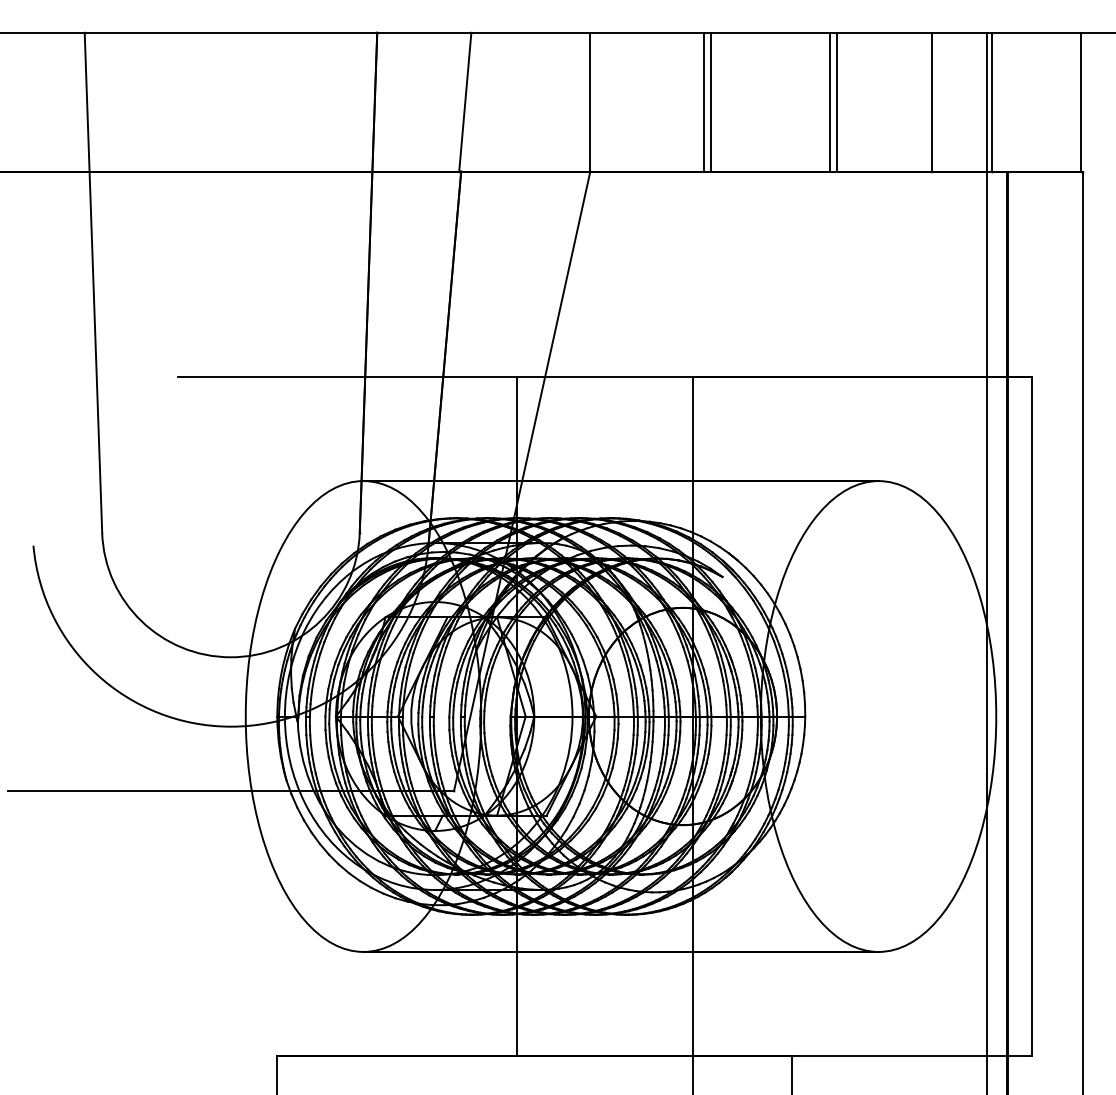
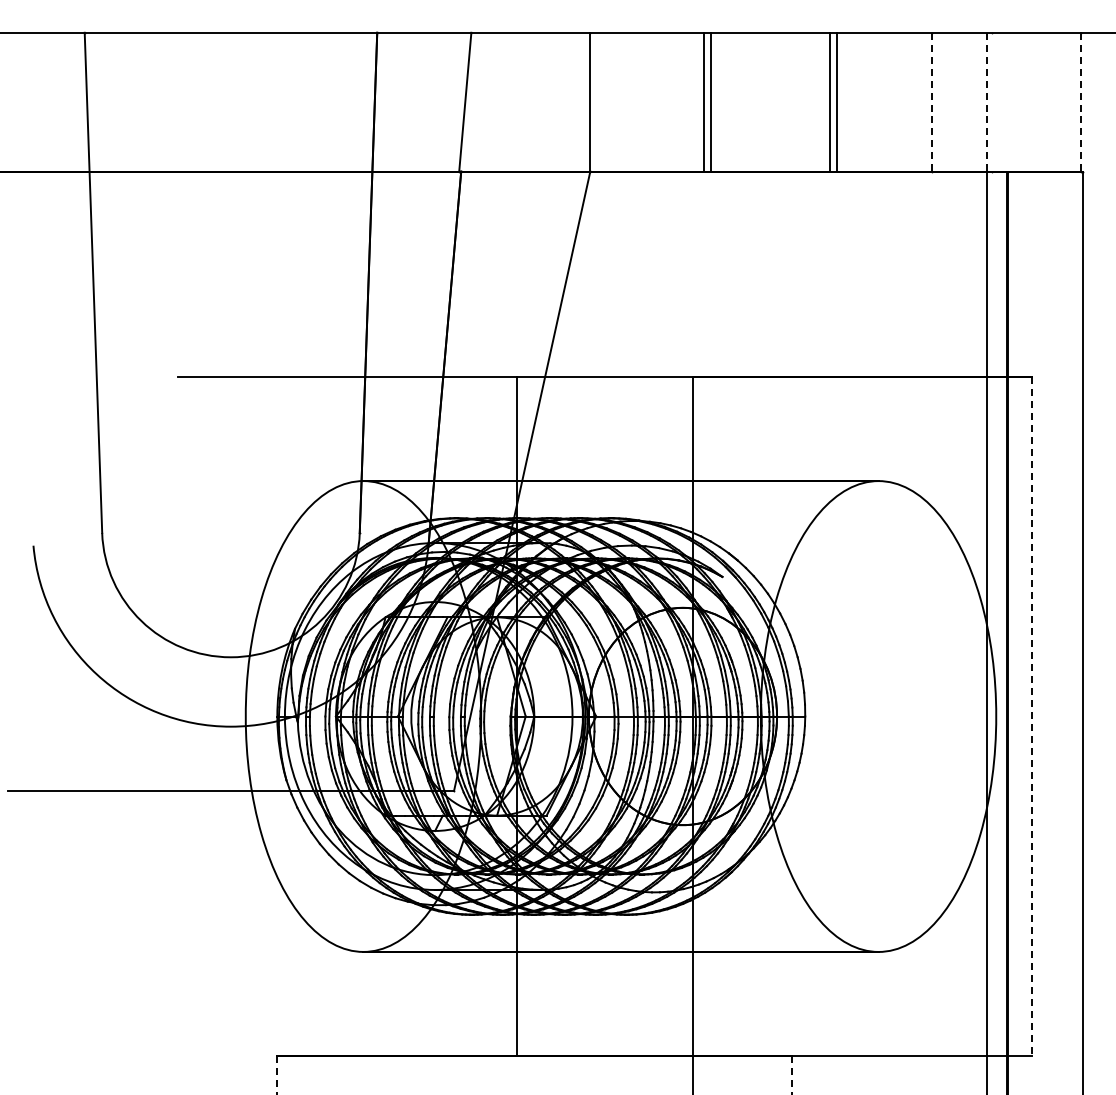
line at (991, 101): present -> none
line at (932, 102): solid -> dashed
line at (986, 102): solid -> dashed
line at (1081, 102): solid -> dashed
line at (1032, 716): solid -> dashed
line at (791, 1075): solid -> dashed
line at (276, 1076): solid -> dashed
